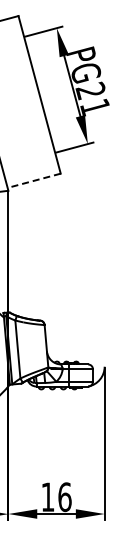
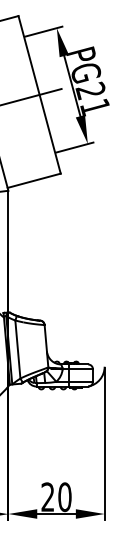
line at (31, 96): none -> present
line at (33, 180): dashed -> solid
text at (56, 496): 16 -> 20
